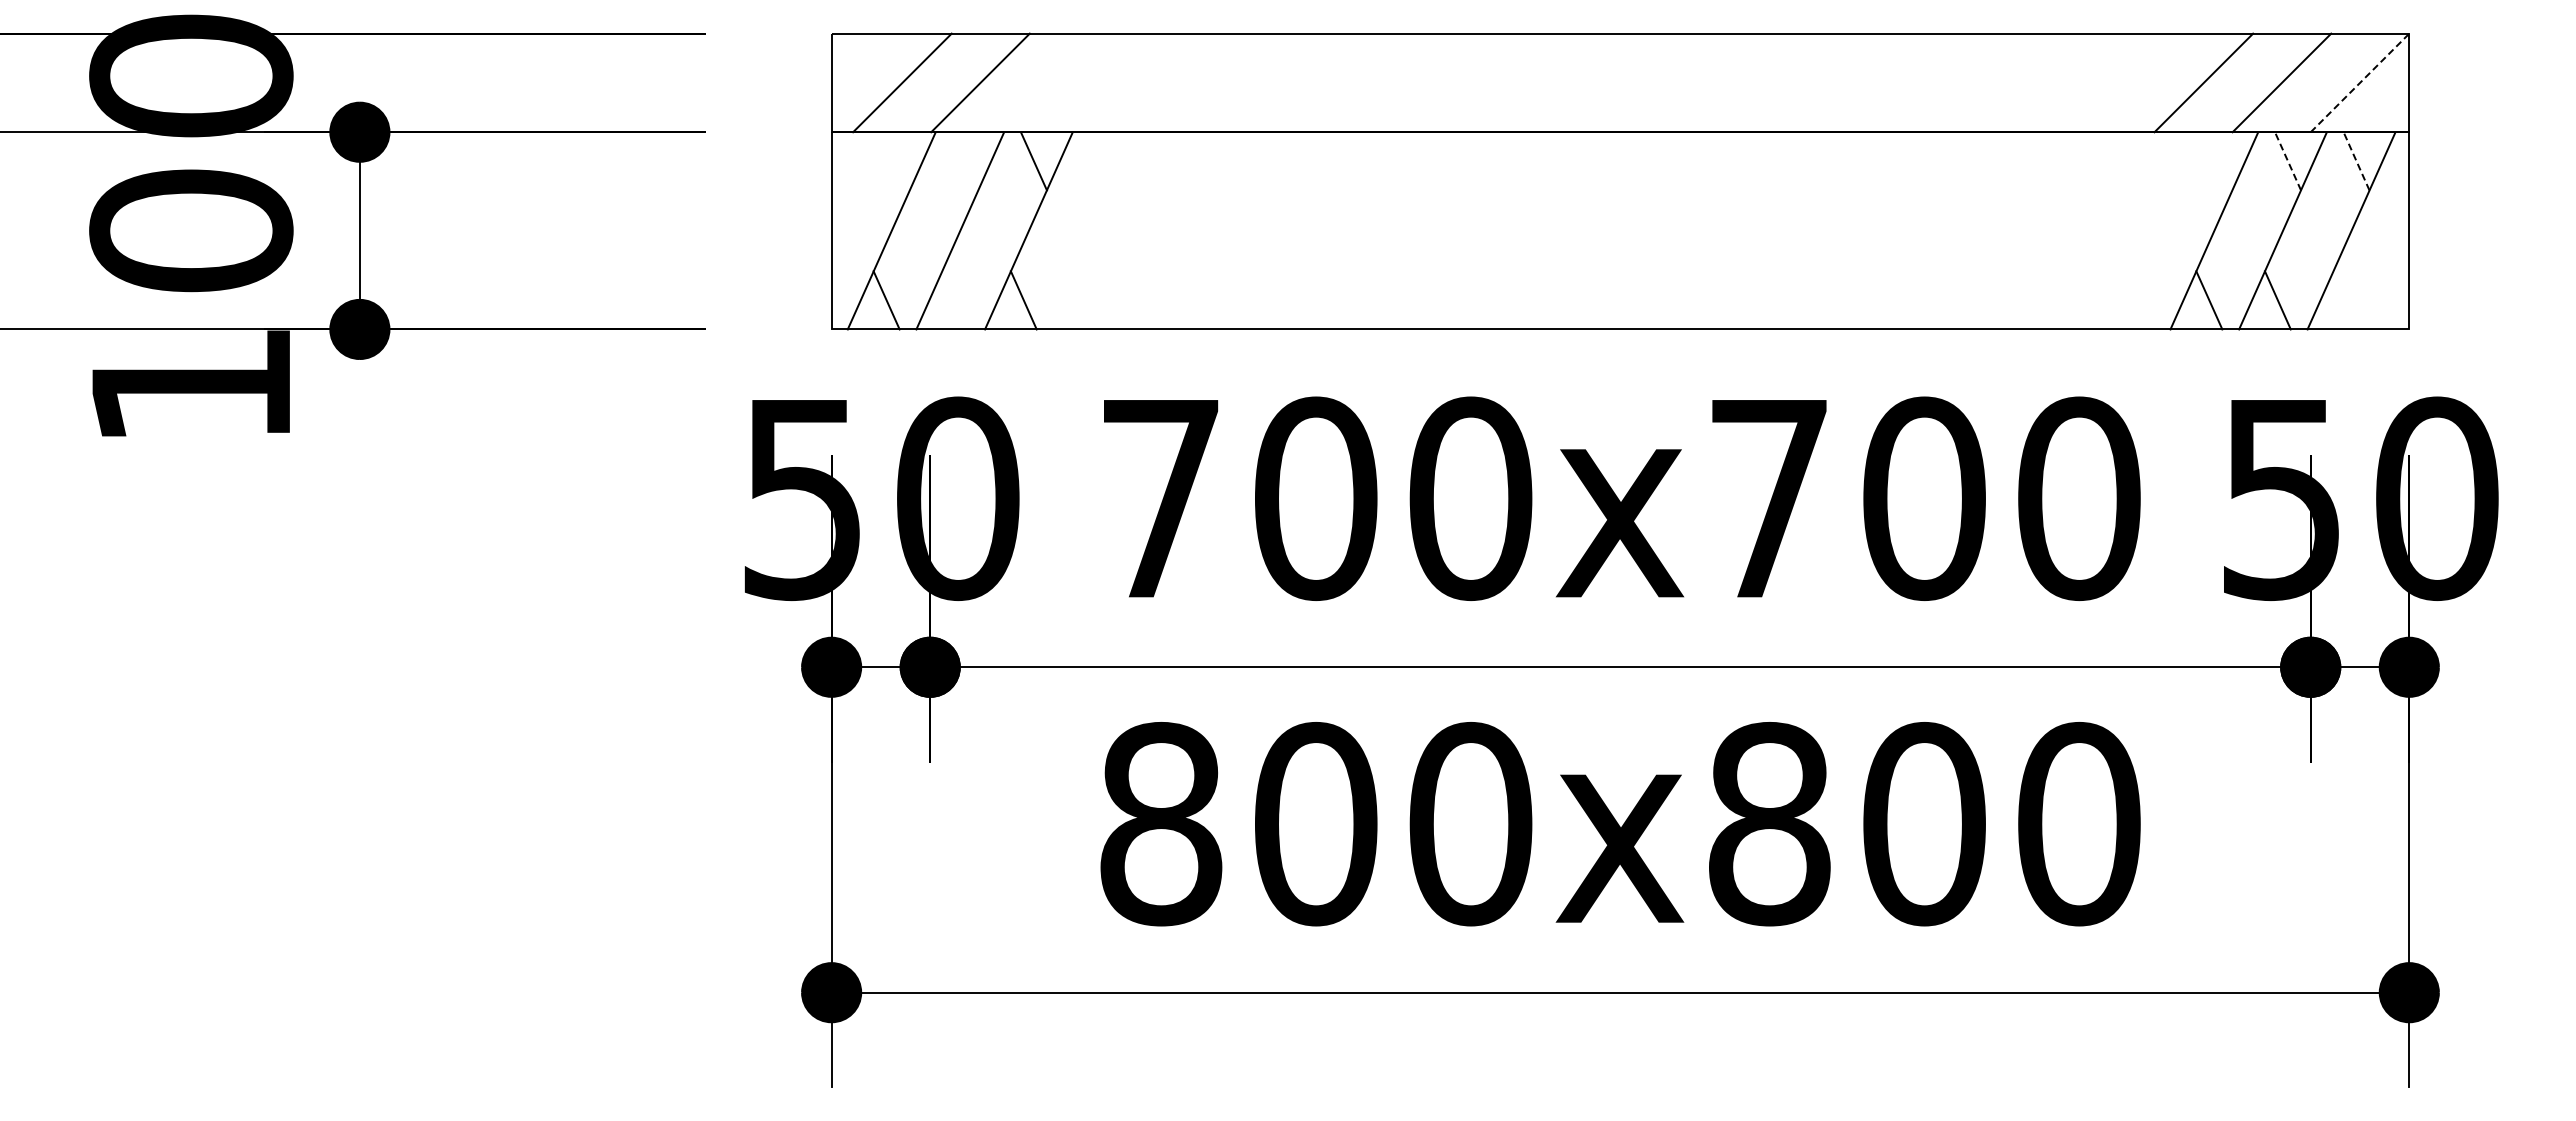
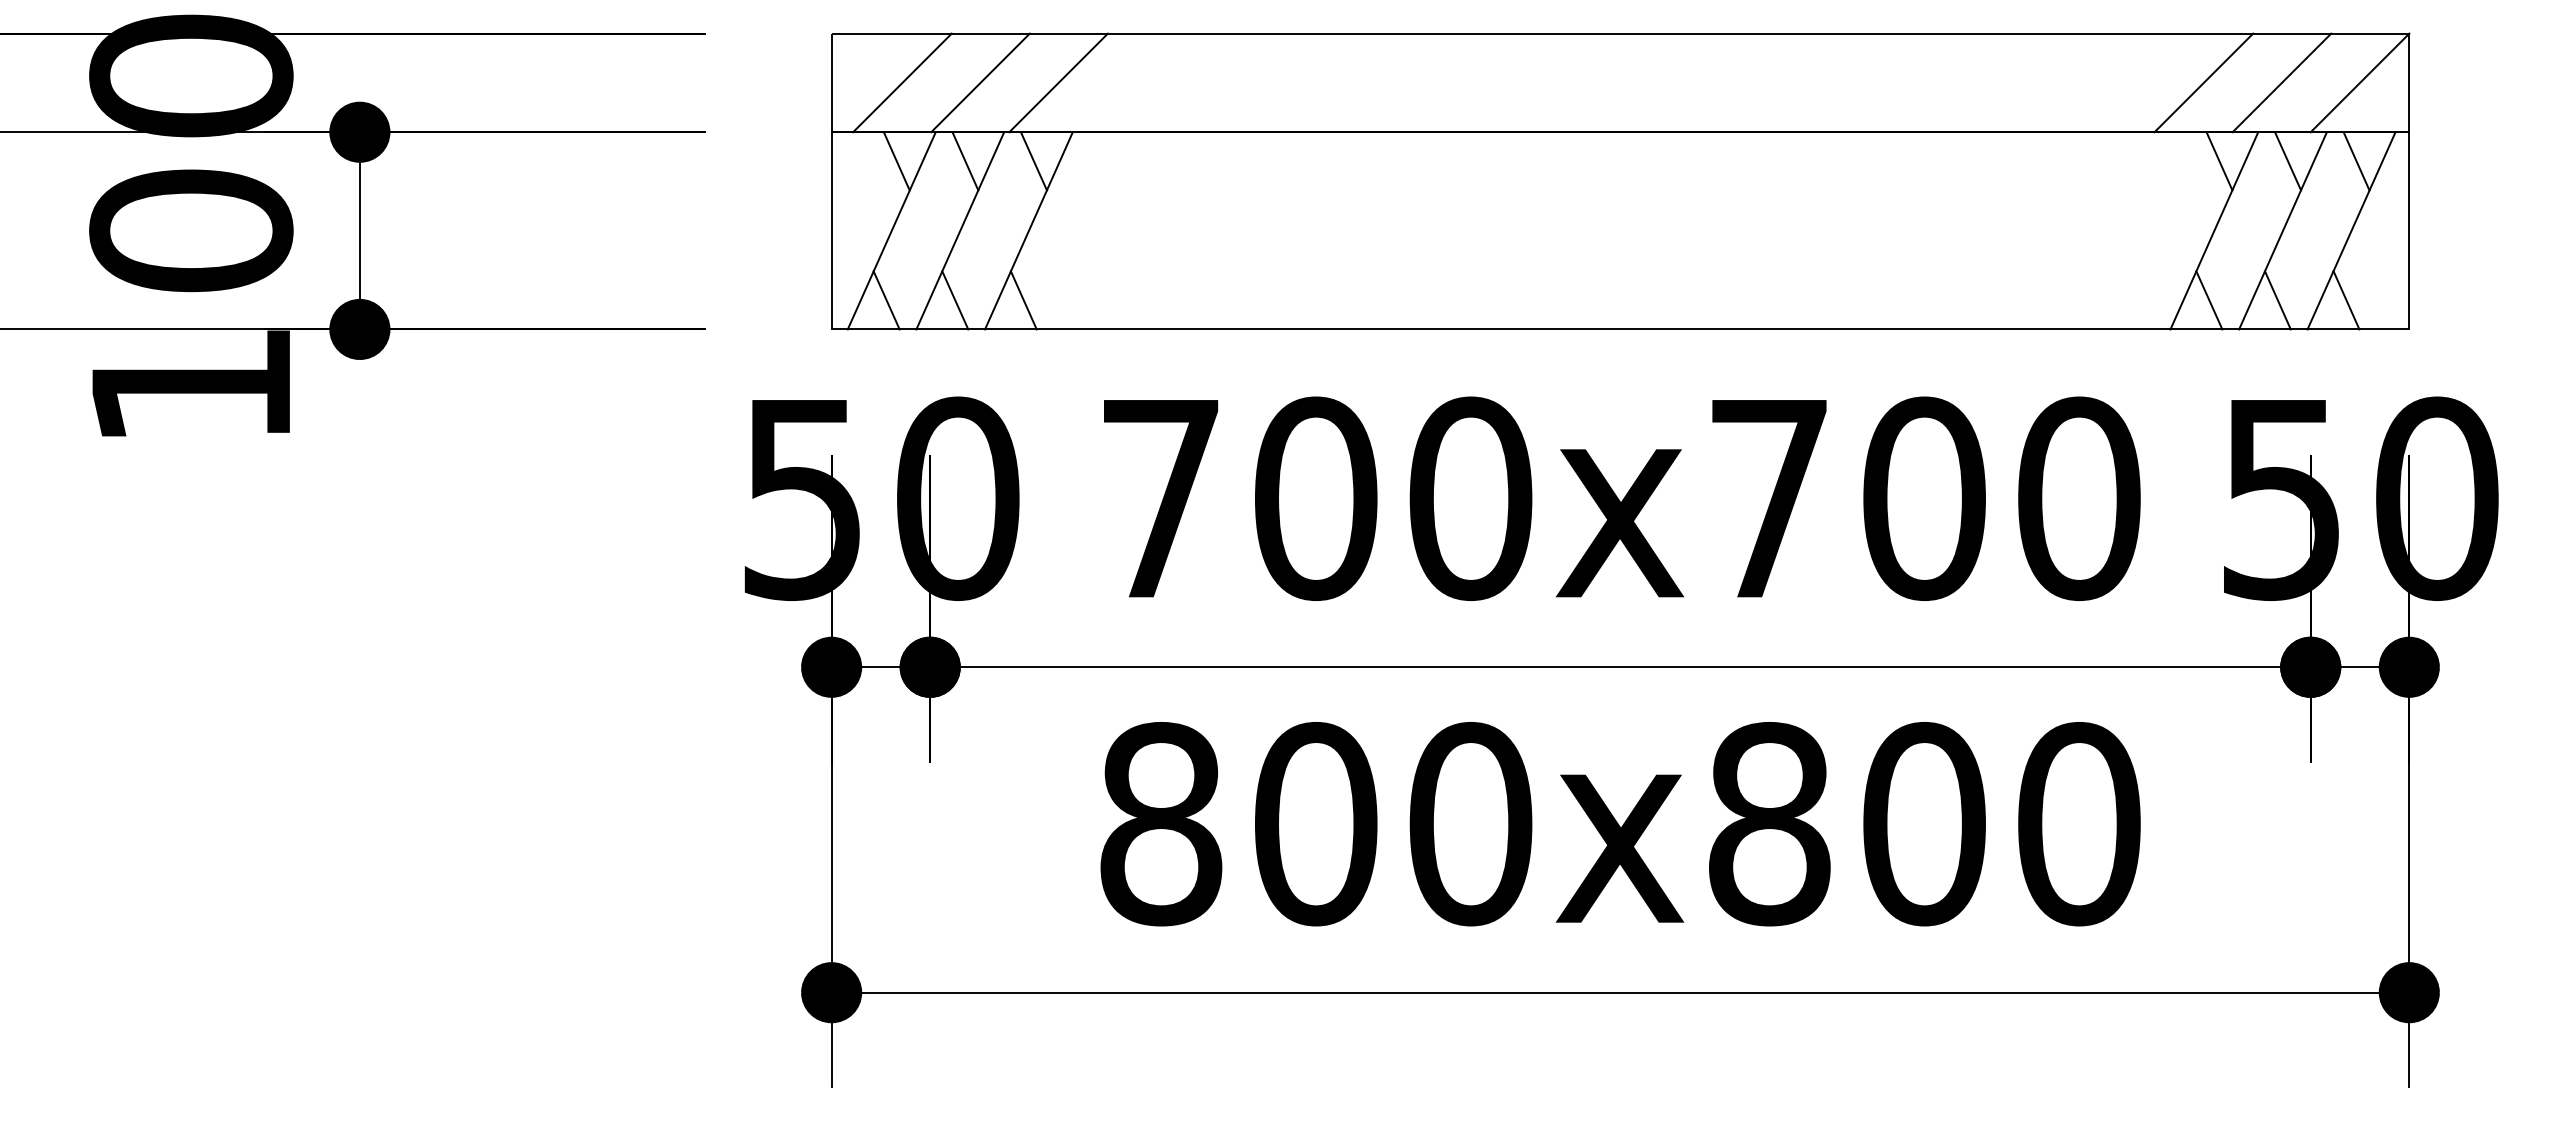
line at (1058, 82): none -> present
line at (2360, 82): dashed -> solid
line at (896, 161): none -> present
line at (965, 161): none -> present
line at (2219, 161): none -> present
line at (2288, 161): dashed -> solid
line at (2356, 161): dashed -> solid
line at (955, 300): none -> present
line at (2346, 300): none -> present
